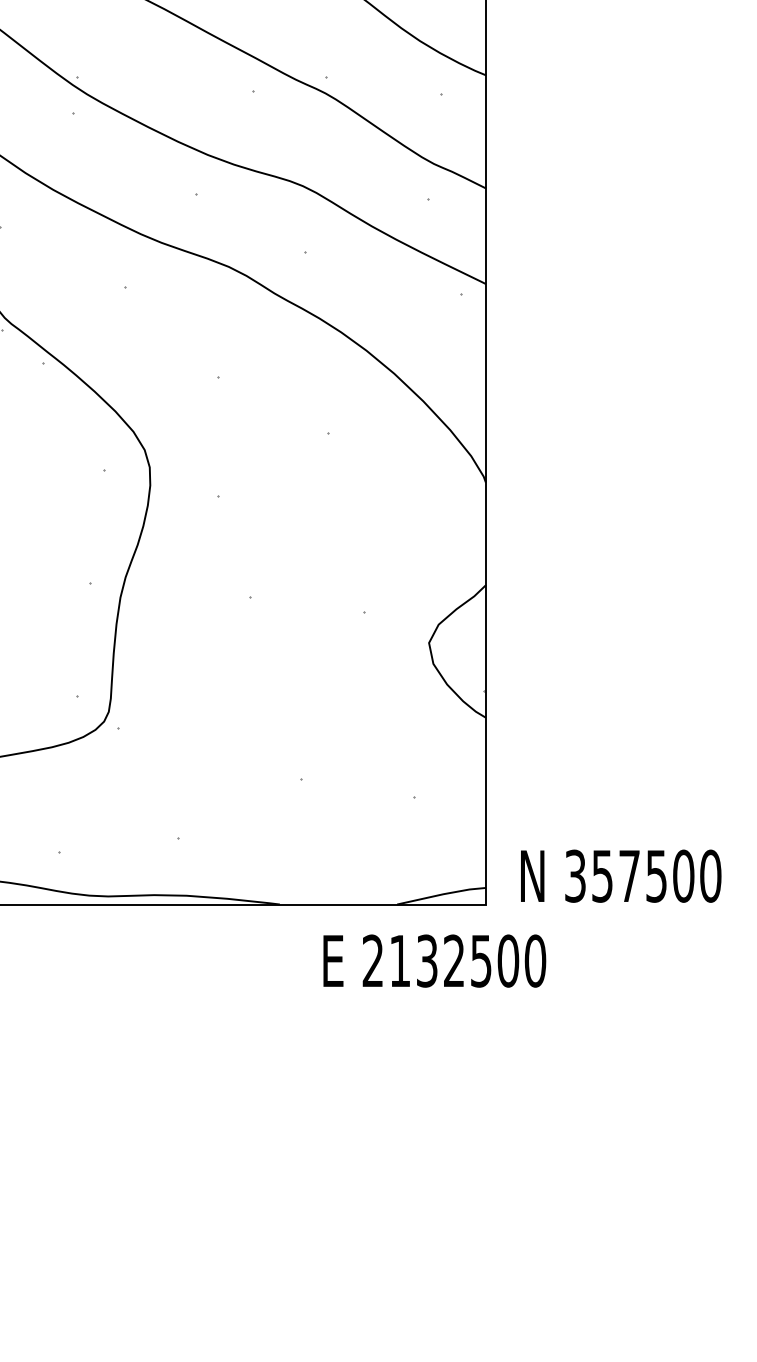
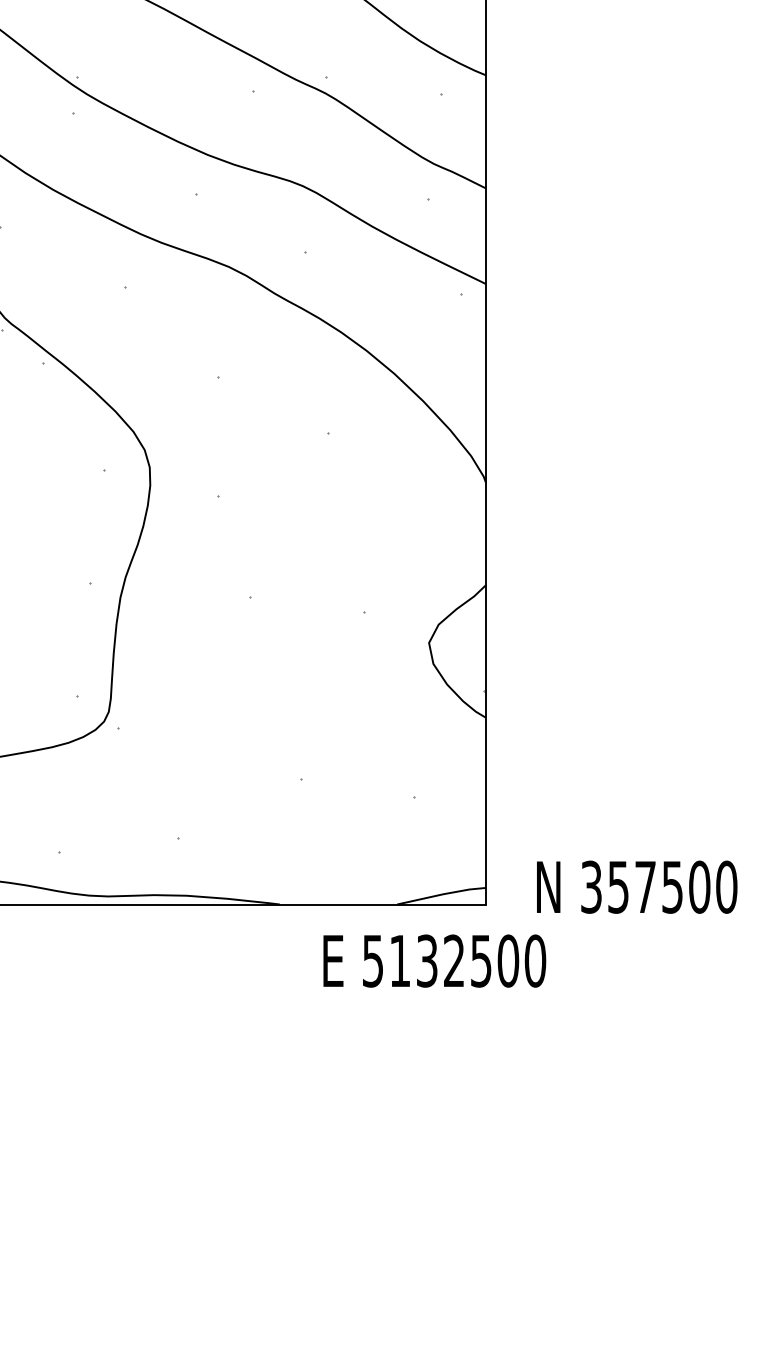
text at (621, 875) position: (621, 875) -> (637, 886)
text at (372, 960): 2132500 -> 5132500
